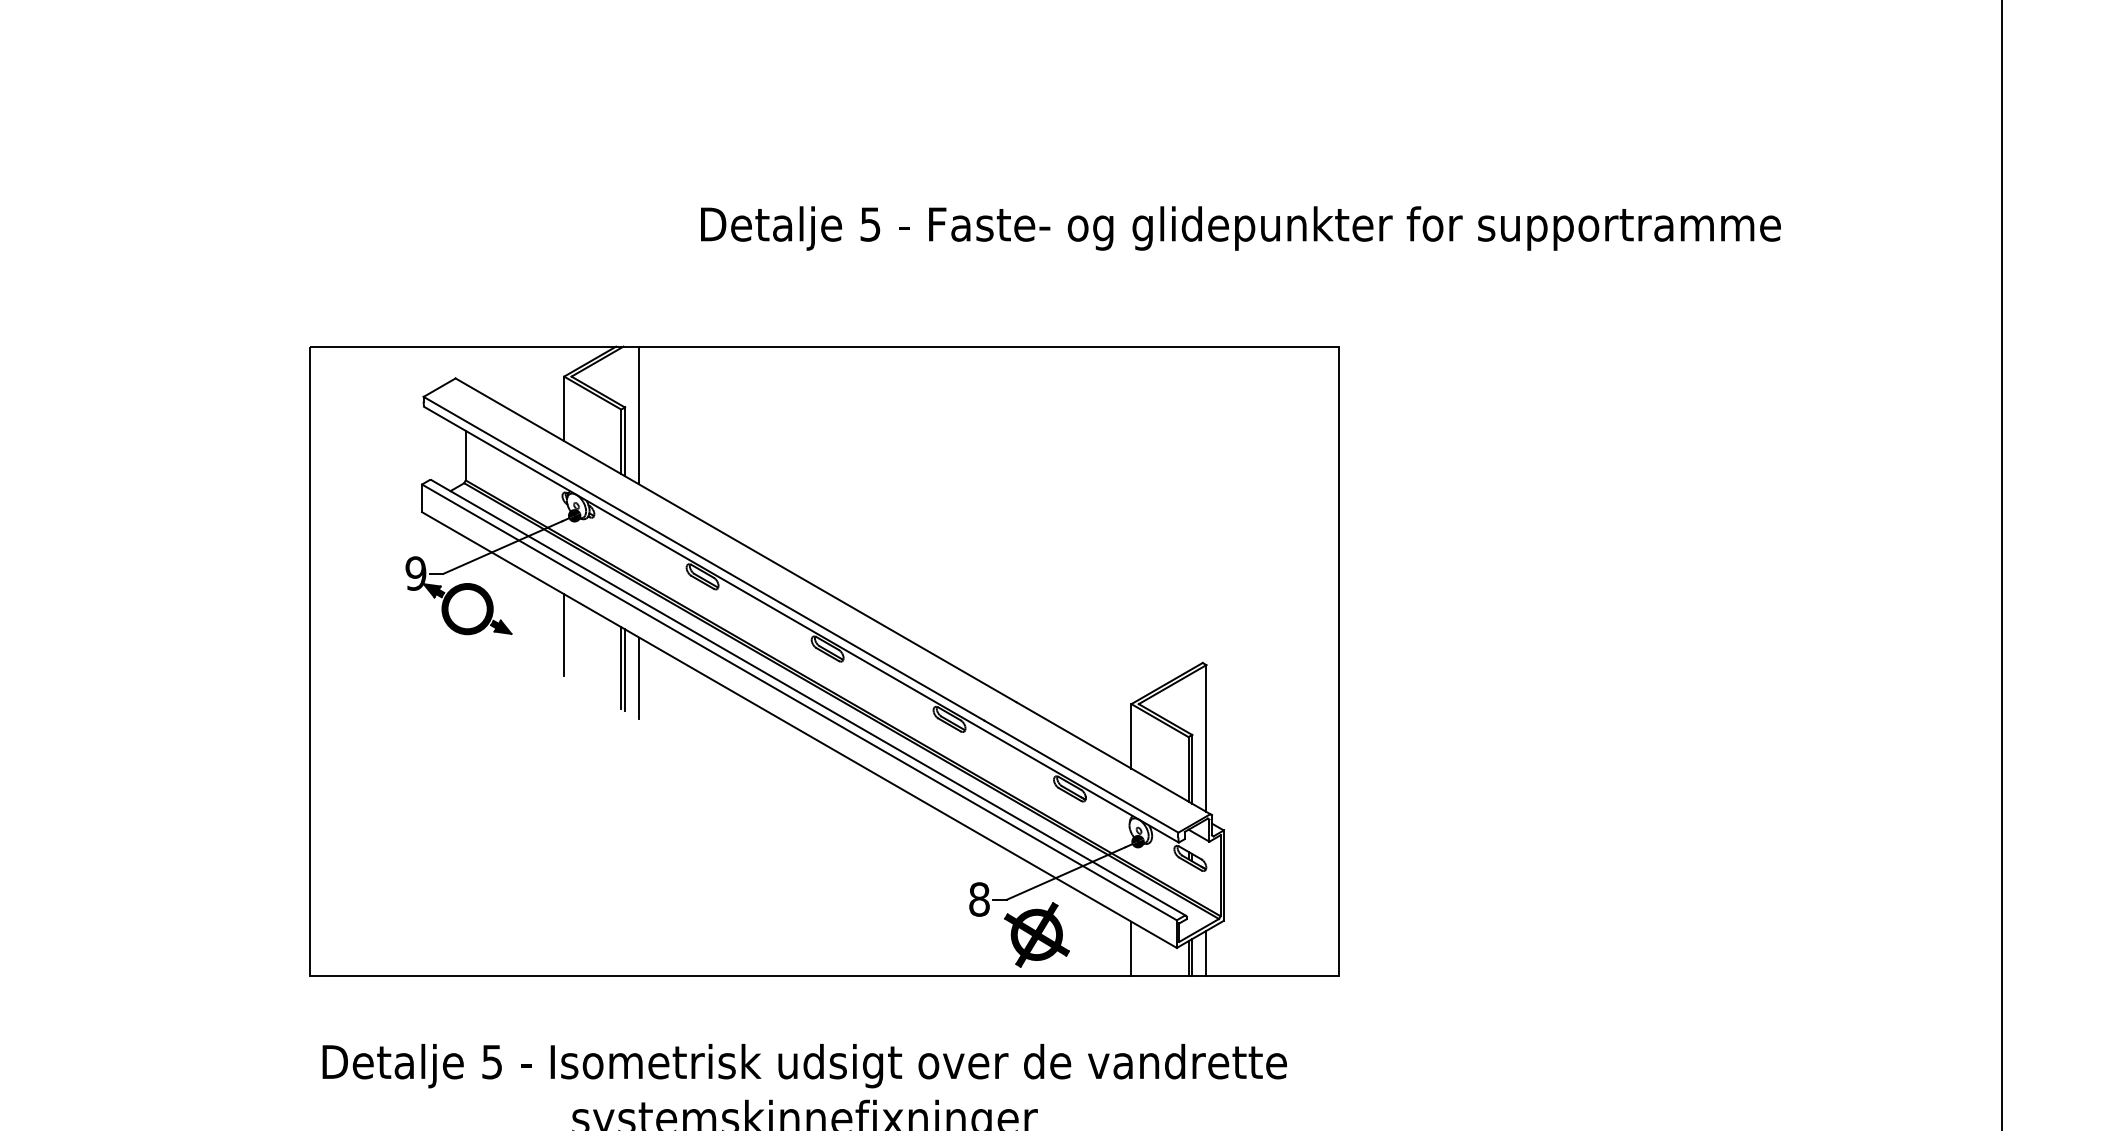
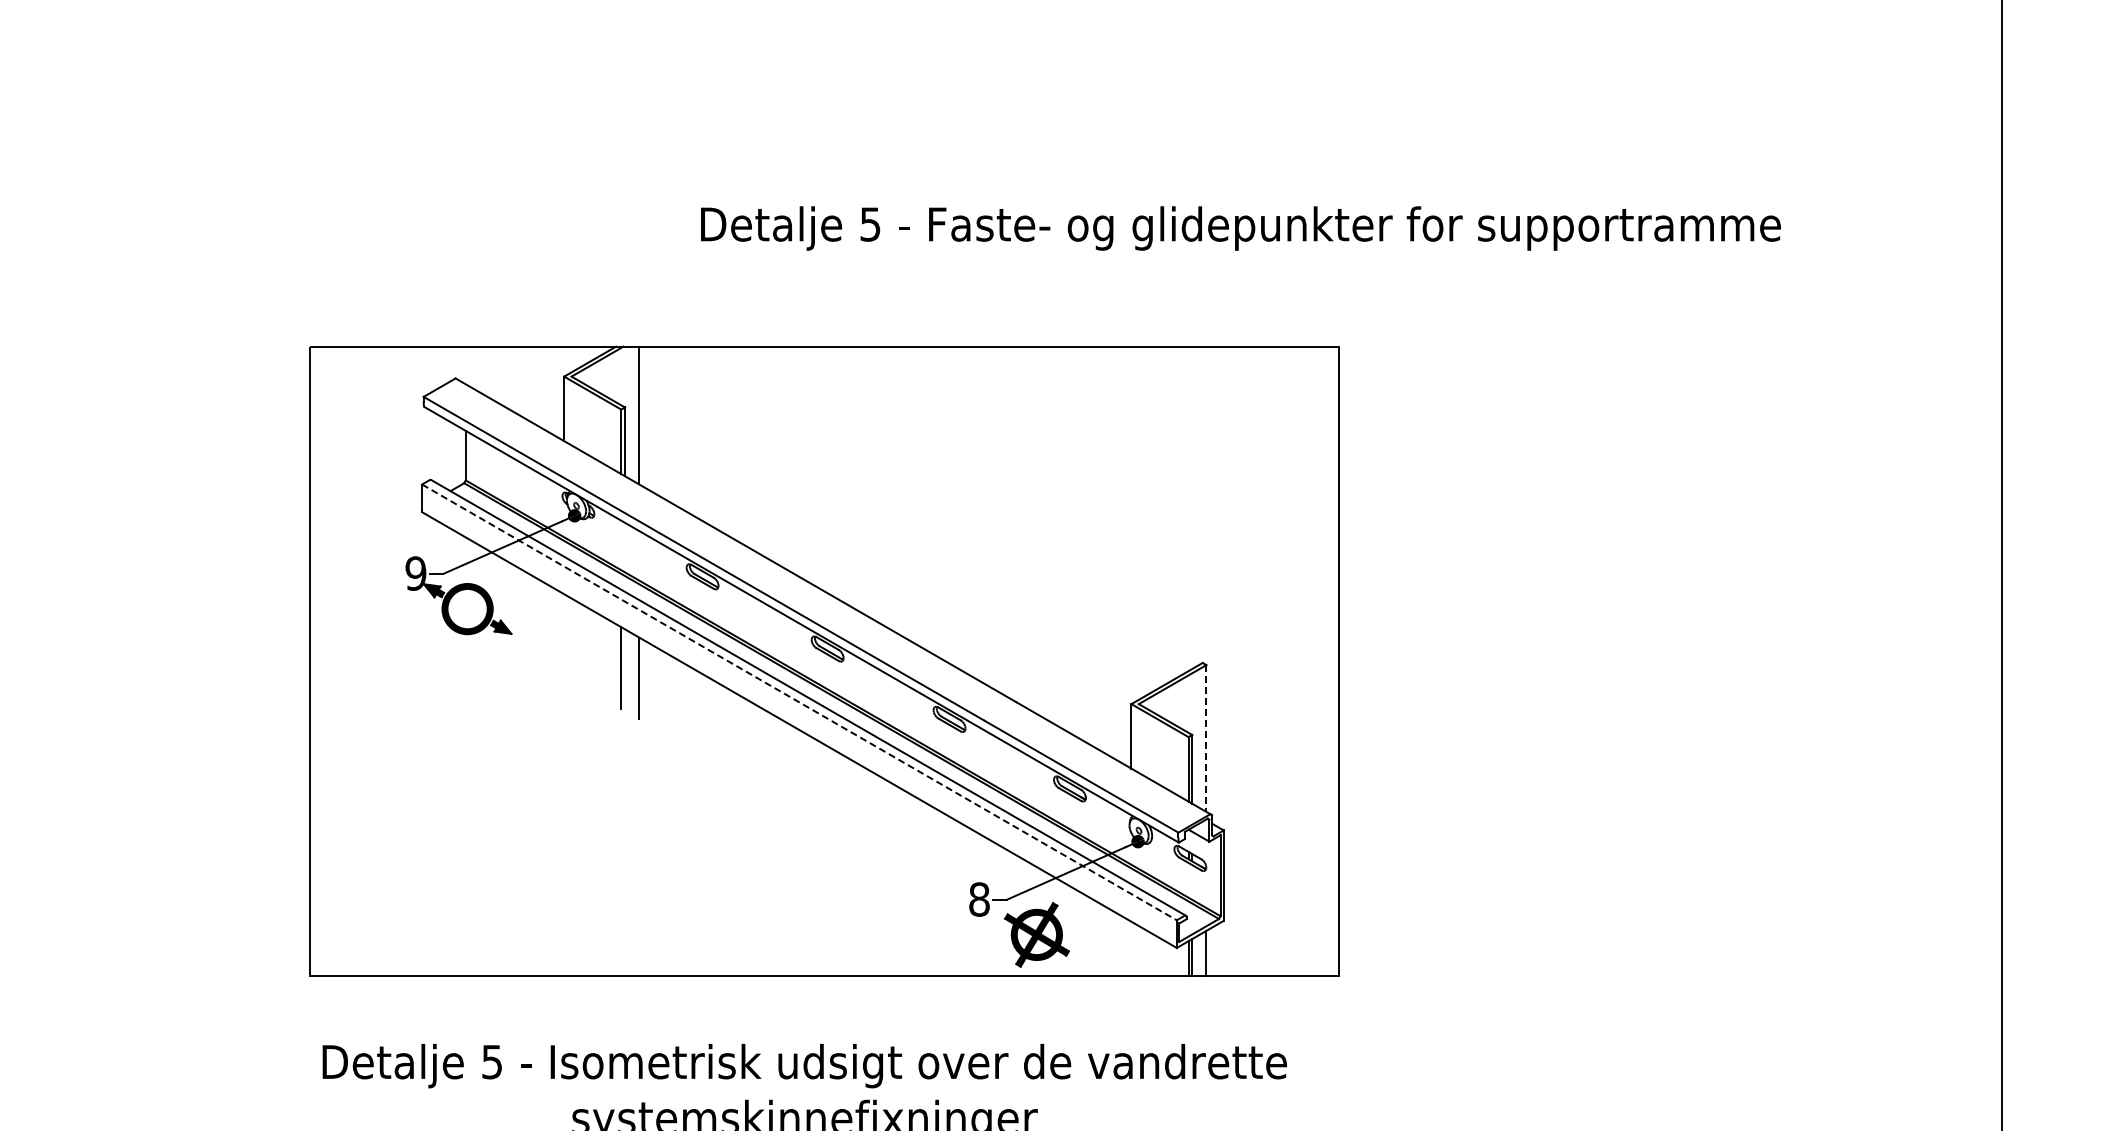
line at (564, 634): present -> none
line at (625, 669): present -> none
line at (799, 702): solid -> dashed
line at (1206, 739): solid -> dashed
line at (1131, 948): present -> none
